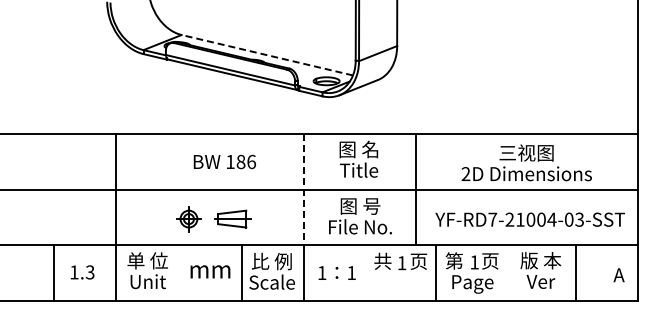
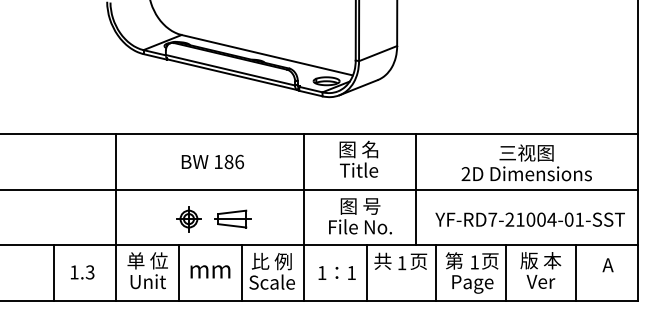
line at (267, 55): dashed -> solid
text at (224, 161) position: (224, 161) -> (212, 161)
line at (304, 189): dashed -> solid
text at (579, 219): YF-RD7-21004-03-SST -> YF-RD7-21004-01-SST
line at (178, 272): none -> present
line at (366, 272): none -> present
line at (506, 272): none -> present
text at (618, 275) position: (618, 275) -> (607, 265)
